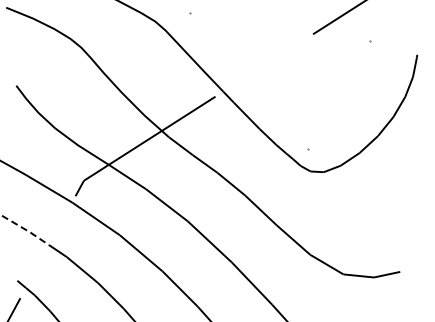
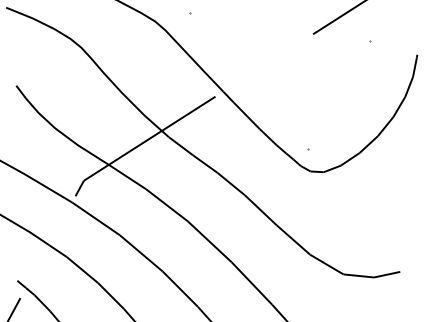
line at (25, 229): dashed -> solid
